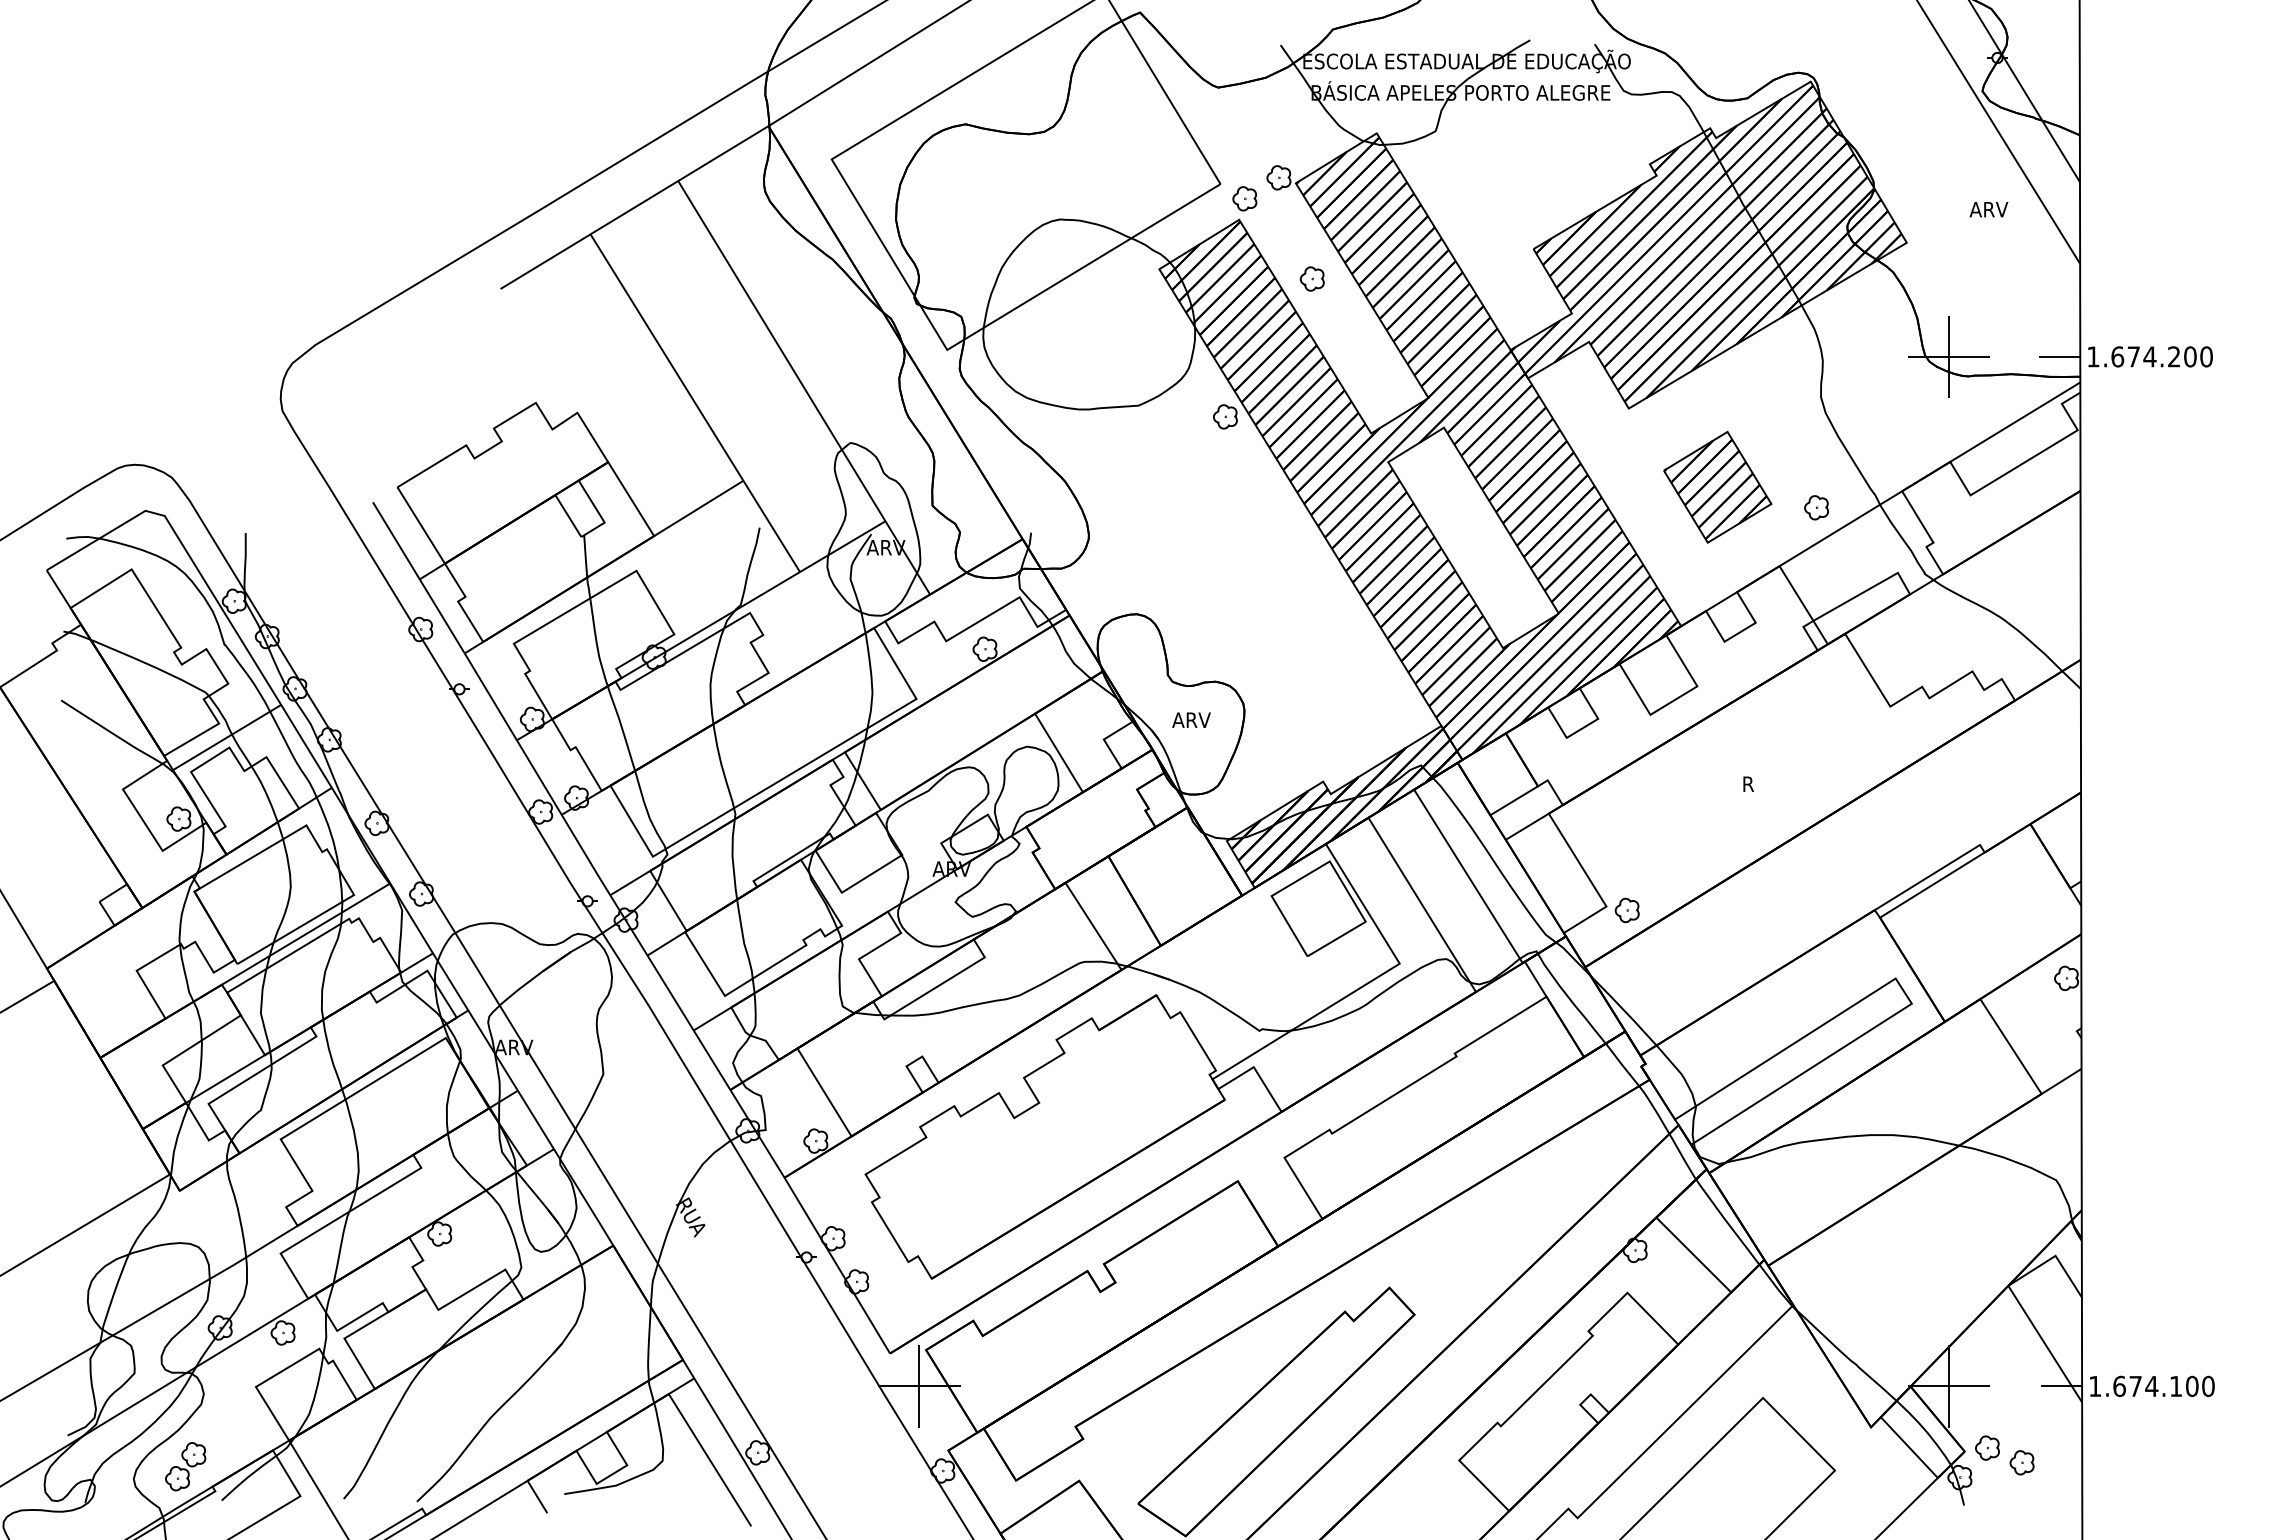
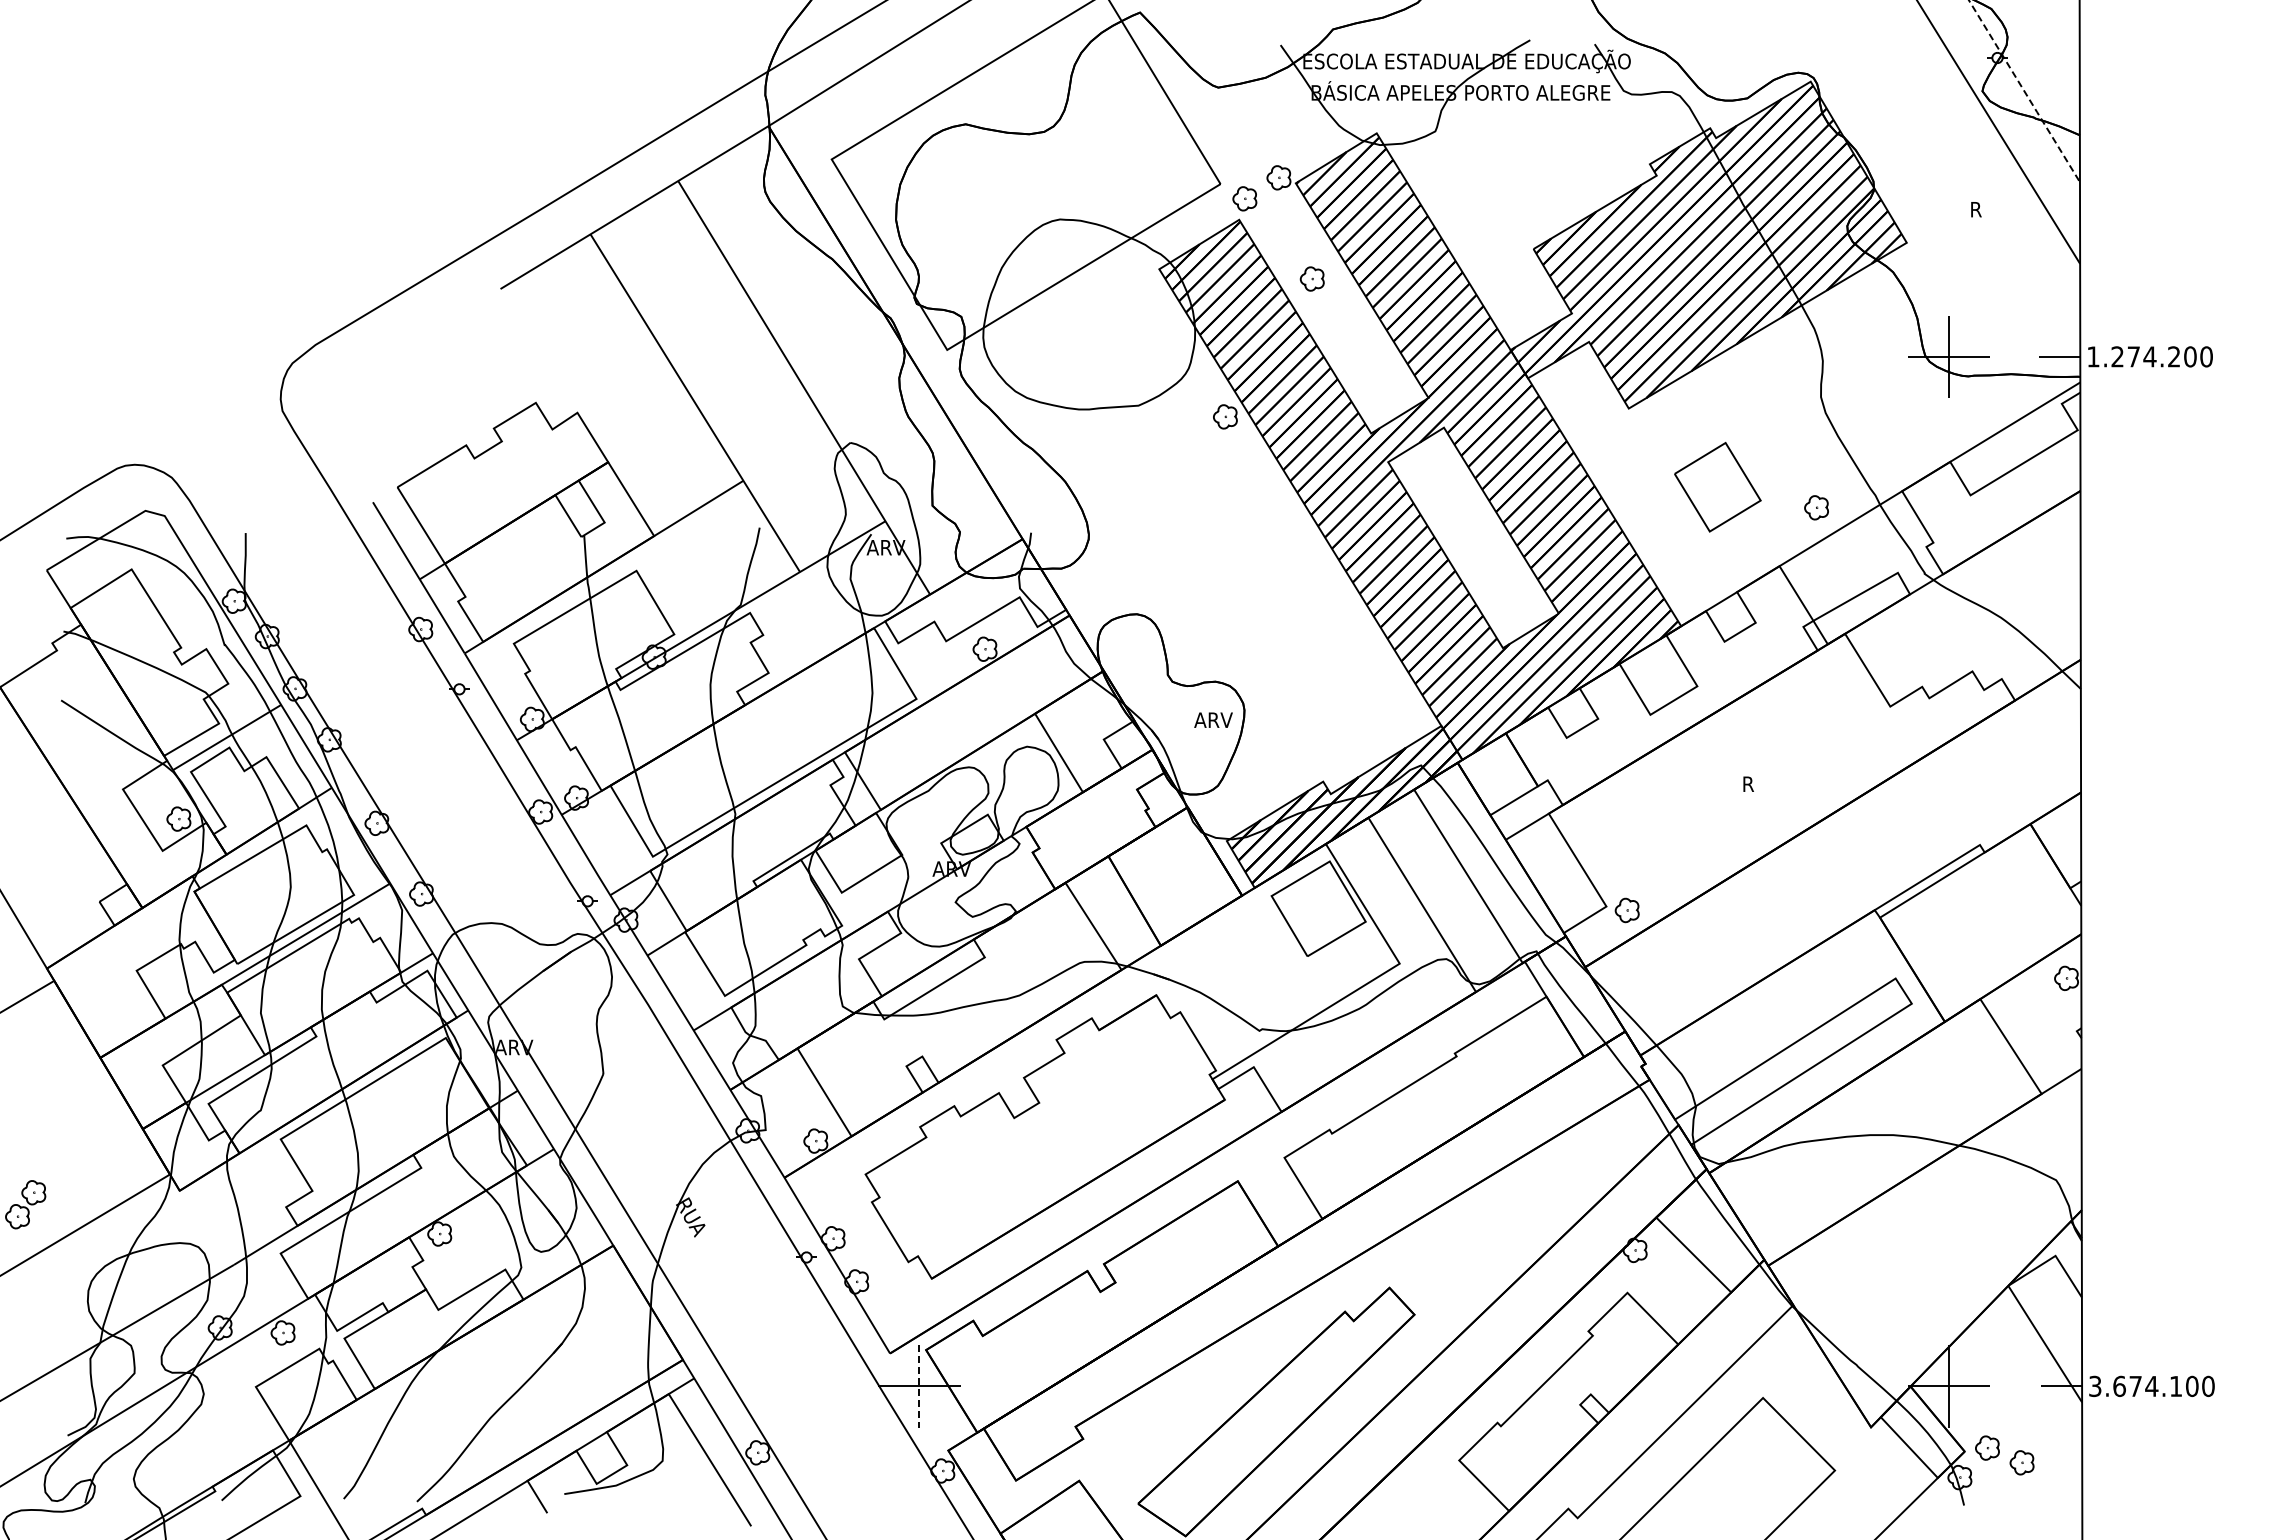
line at (2025, 92): solid -> dashed
text at (1988, 209): ARV -> R
text at (2117, 356): 1.674.200 -> 1.274.200
part at (1717, 486) size: 110x114 px -> 88x92 px
text at (1191, 719) position: (1191, 719) -> (1213, 719)
line at (919, 1386): solid -> dashed
text at (2095, 1386): 1.674.100 -> 3.674.100
part at (185, 1466) position: (185, 1466) -> (25, 1204)
